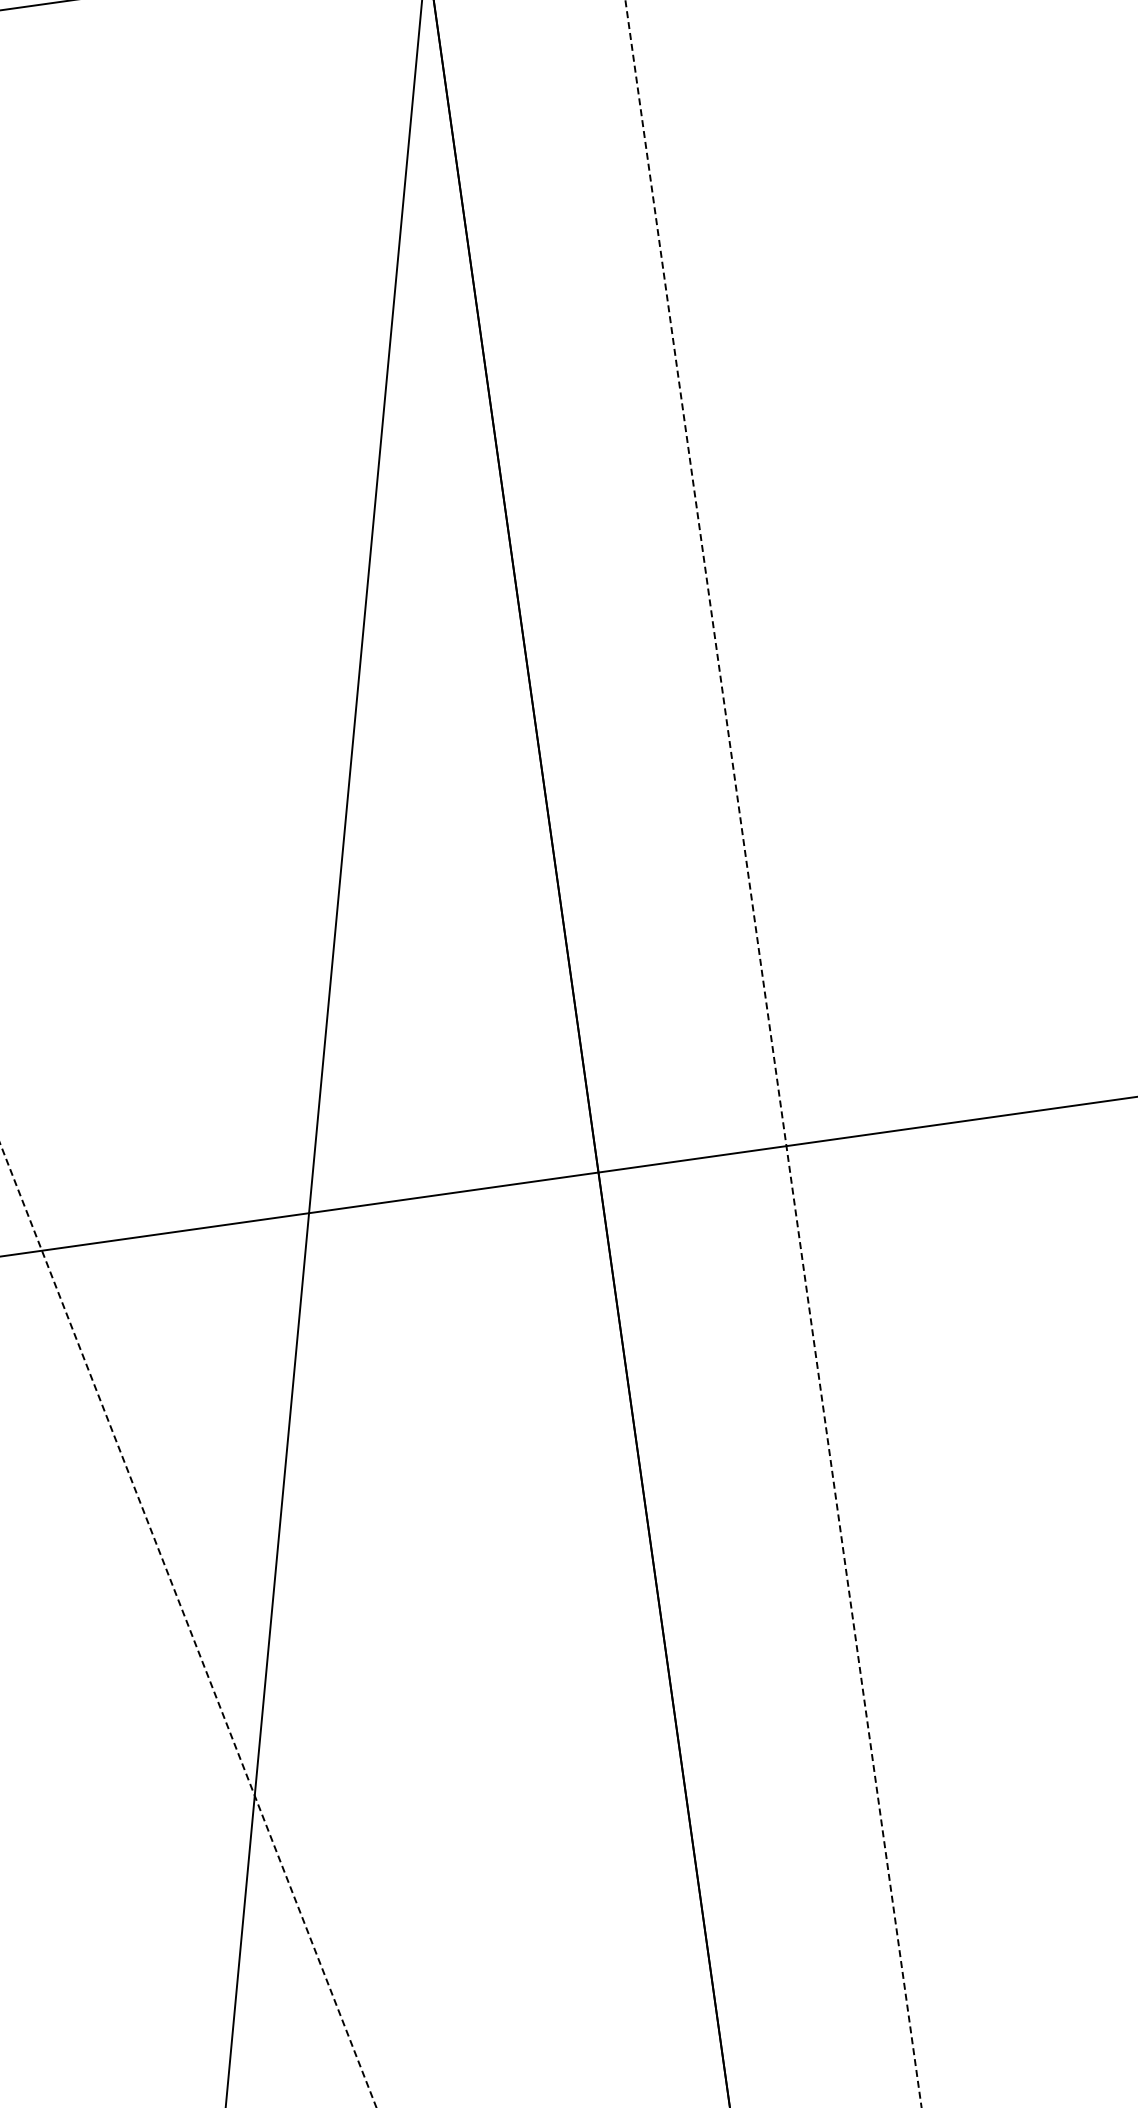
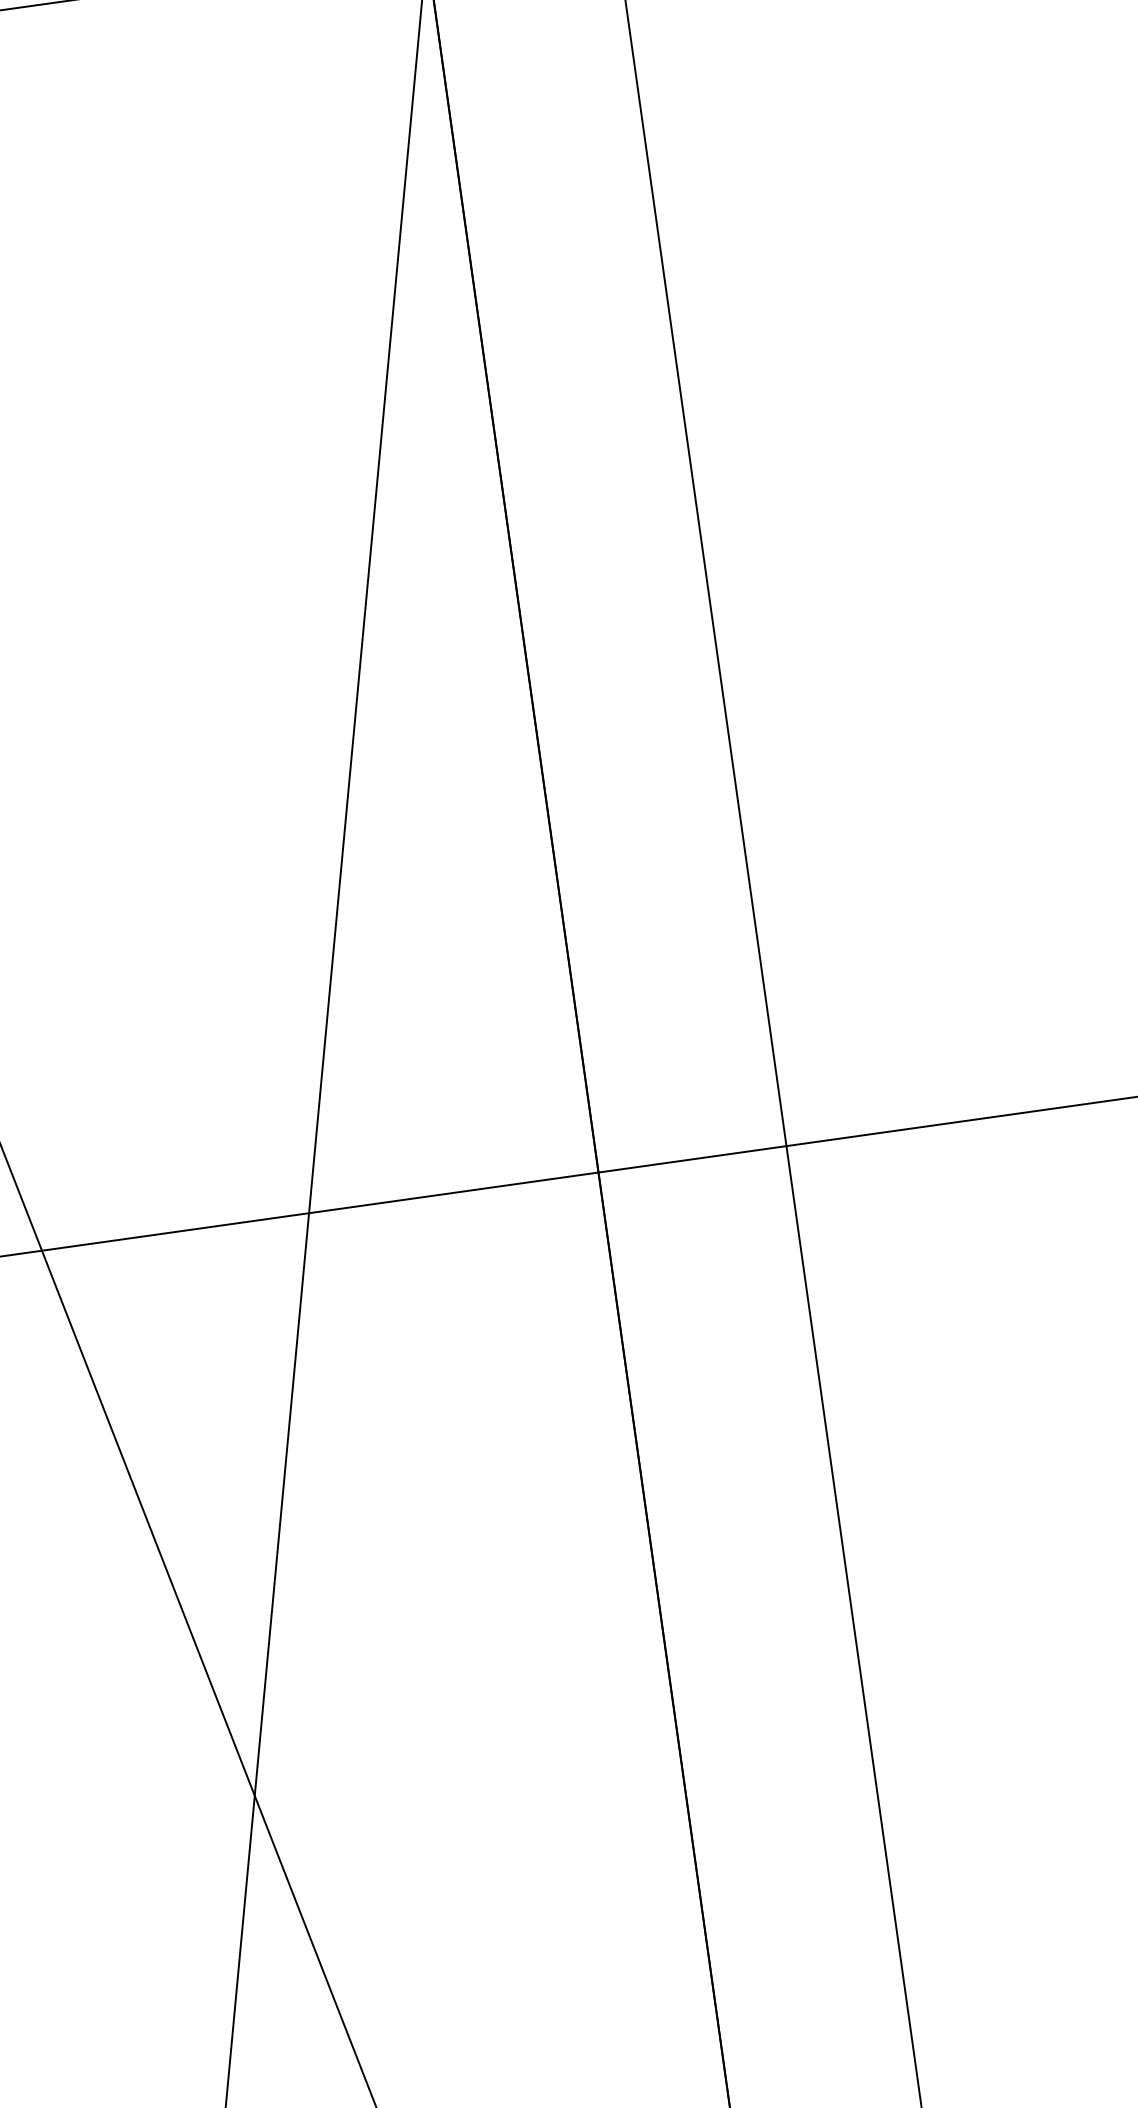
line at (773, 1053): dashed -> solid
line at (188, 1624): dashed -> solid
